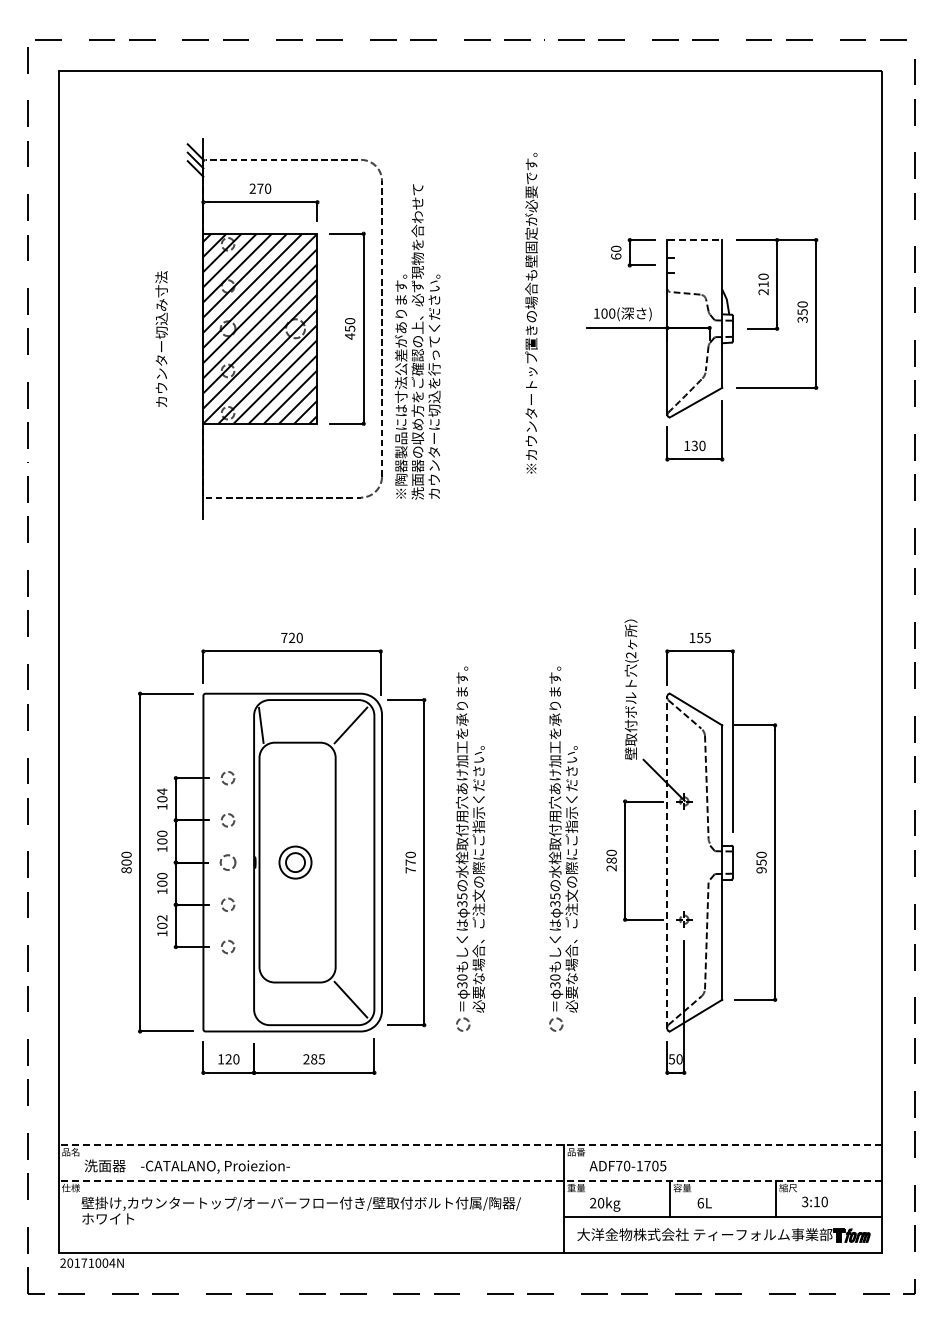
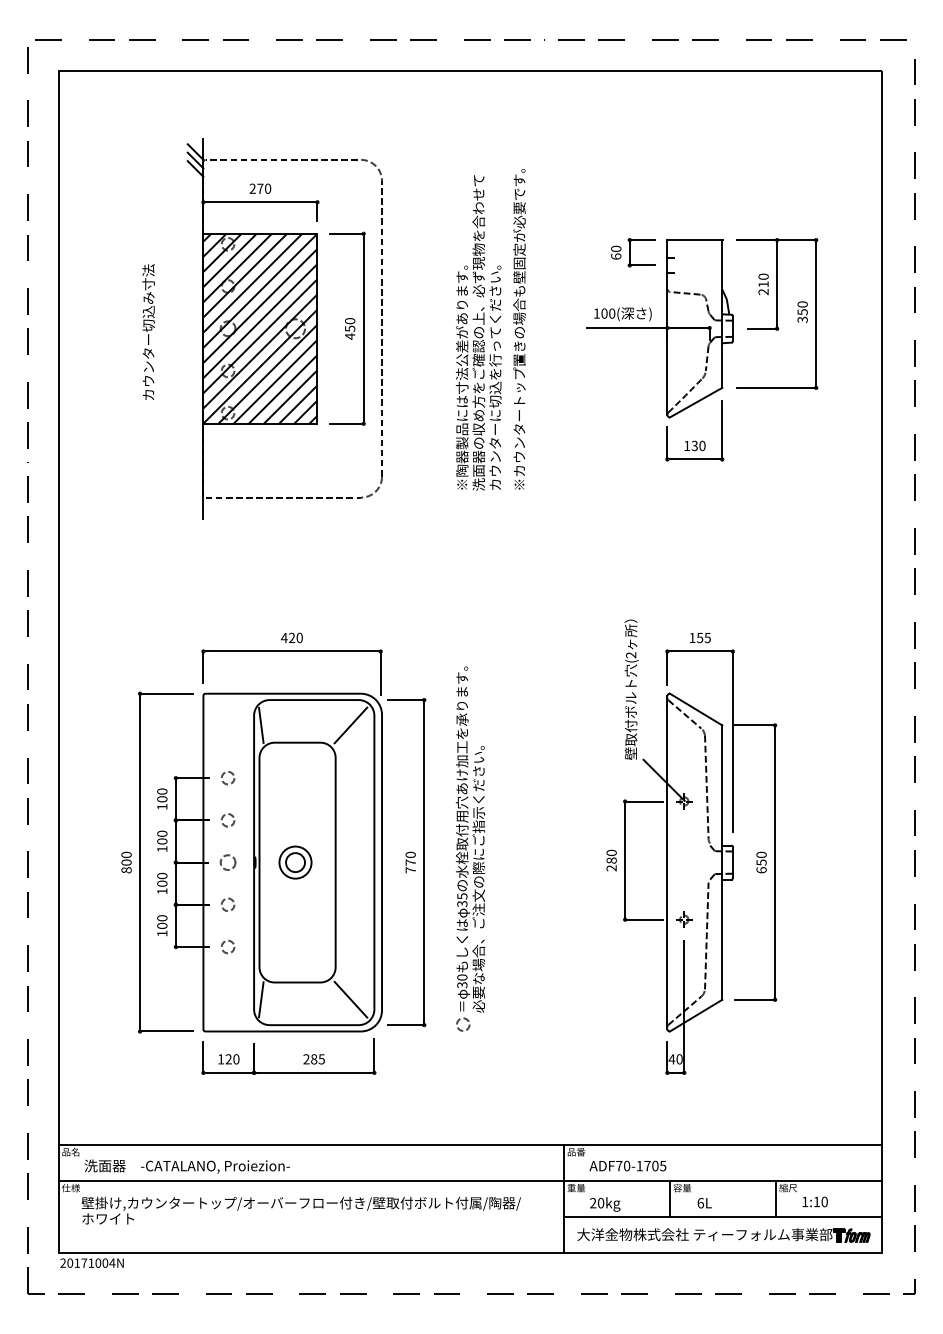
line at (695, 240): dashed -> solid
text at (531, 313) position: (531, 313) -> (519, 329)
text at (161, 338) position: (161, 338) -> (148, 331)
text at (417, 341) position: (417, 341) -> (478, 332)
text at (284, 637): 720 -> 420
text at (162, 791): 104 -> 100
part at (563, 848): present -> none
line at (667, 862): dashed -> solid
text at (761, 870): 950 -> 650
text at (162, 918): 102 -> 100
line at (261, 999): none -> present
text at (671, 1059): 50 -> 40
line at (470, 1145): dashed -> solid
line at (470, 1181): dashed -> solid
text at (805, 1201): 3:10 -> 1:10
